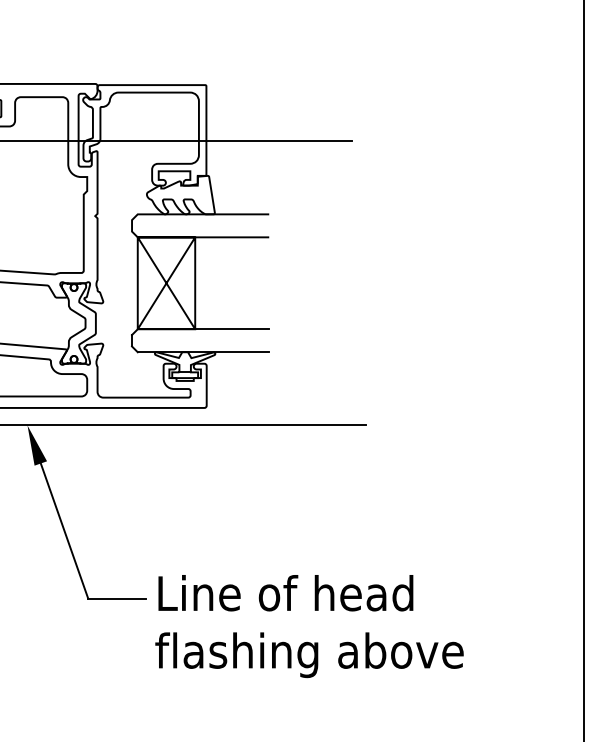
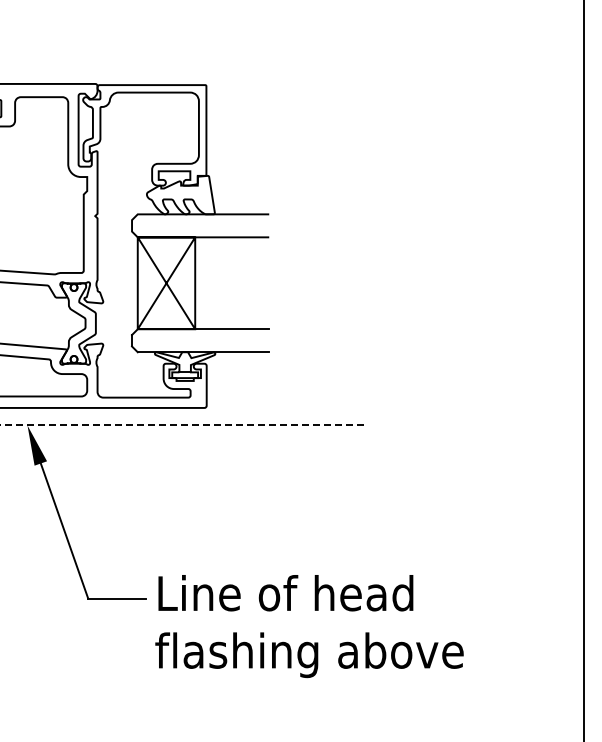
line at (176, 140): present -> none
line at (183, 425): solid -> dashed
